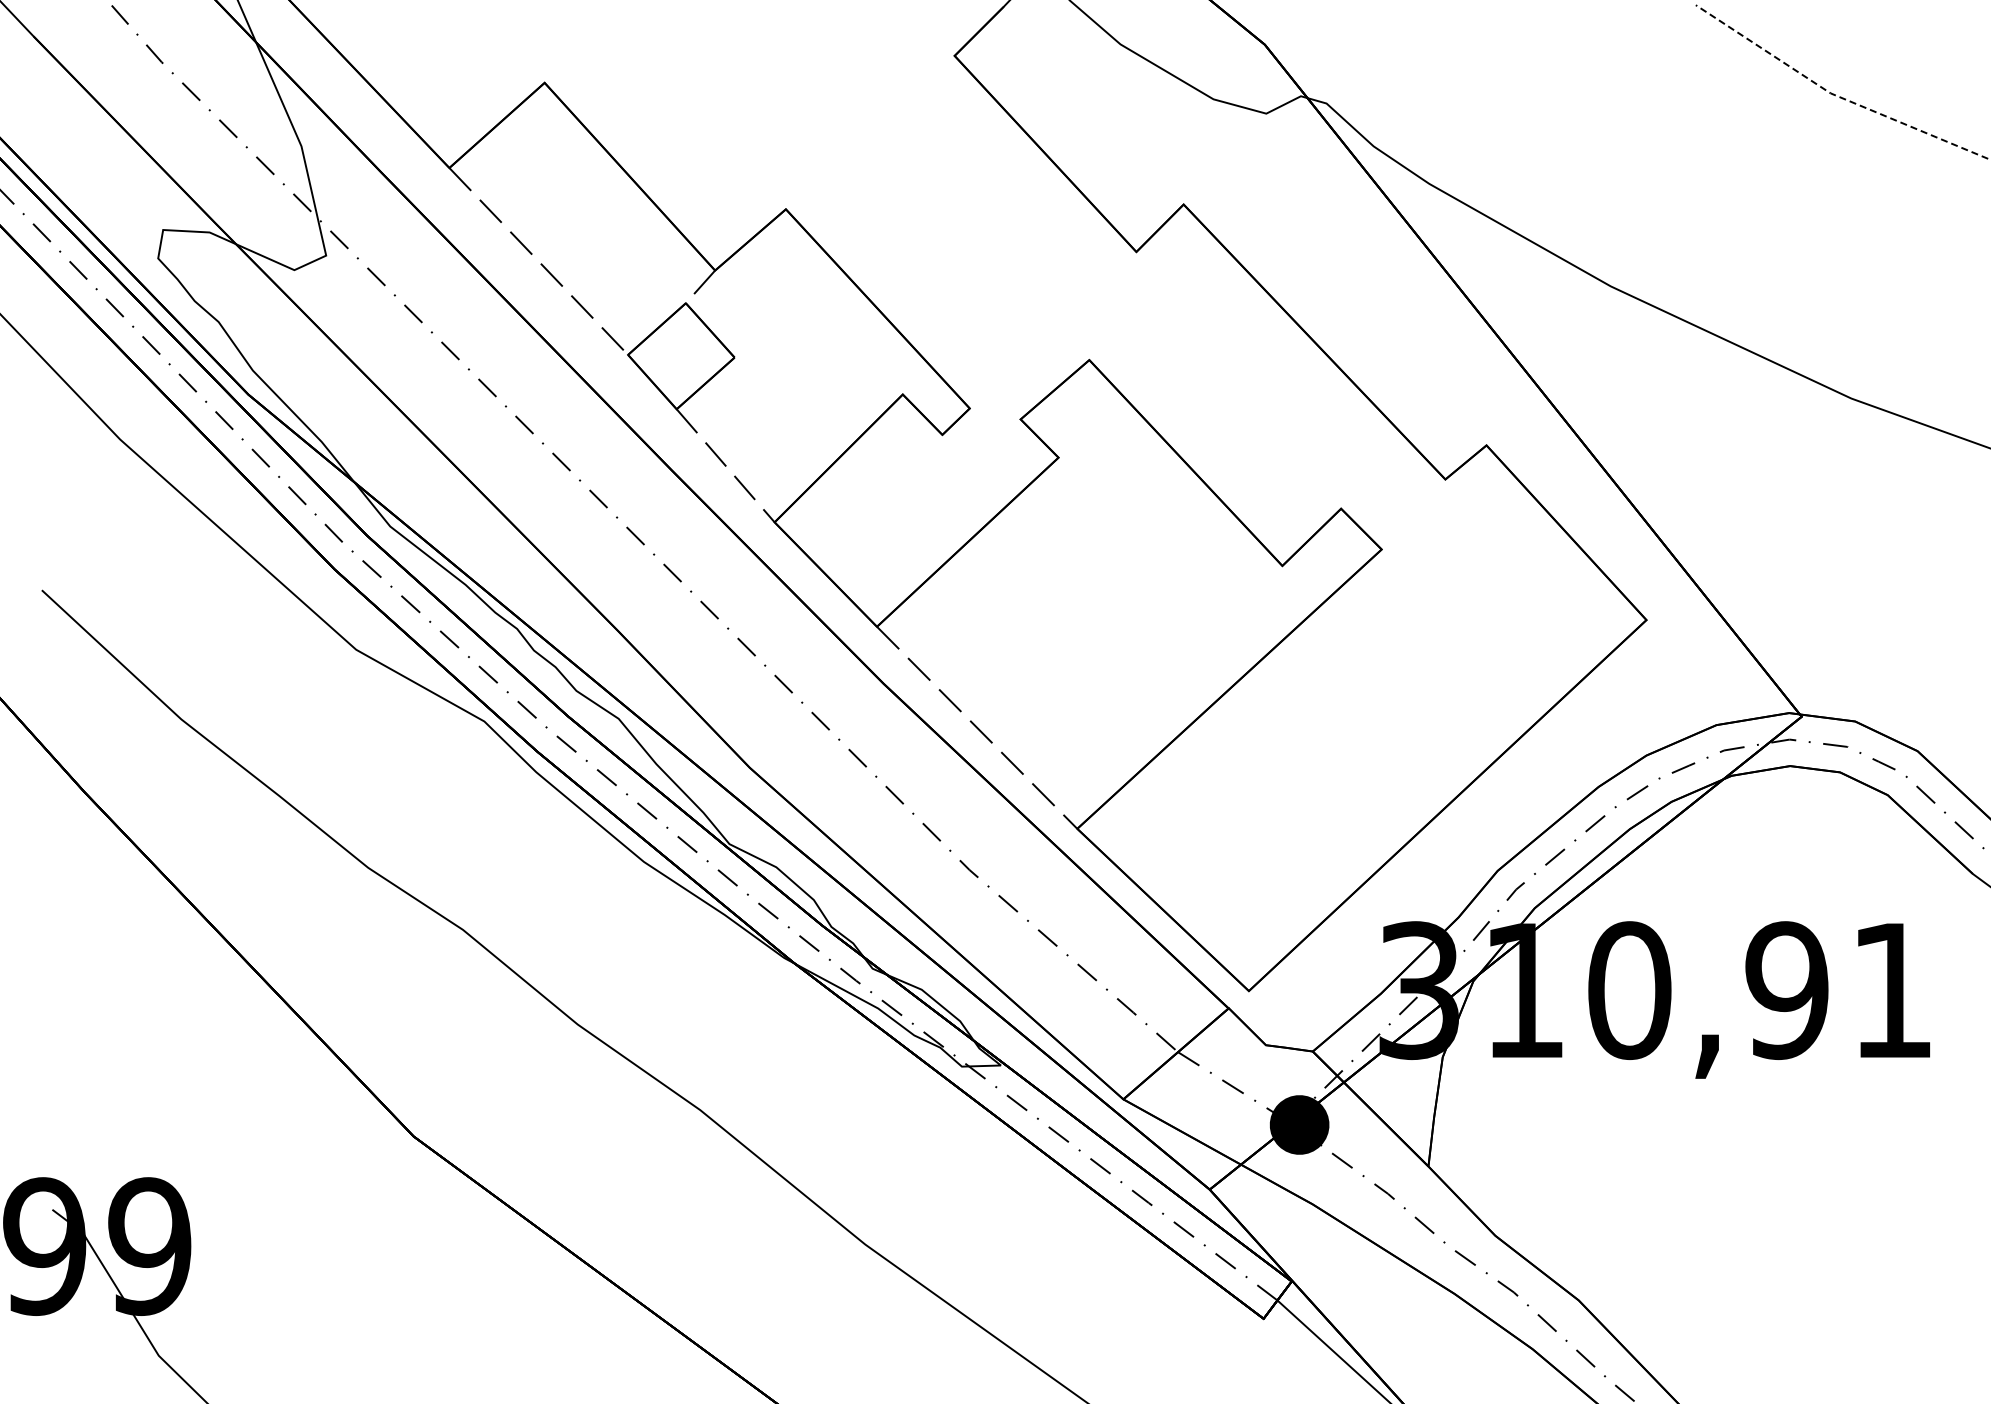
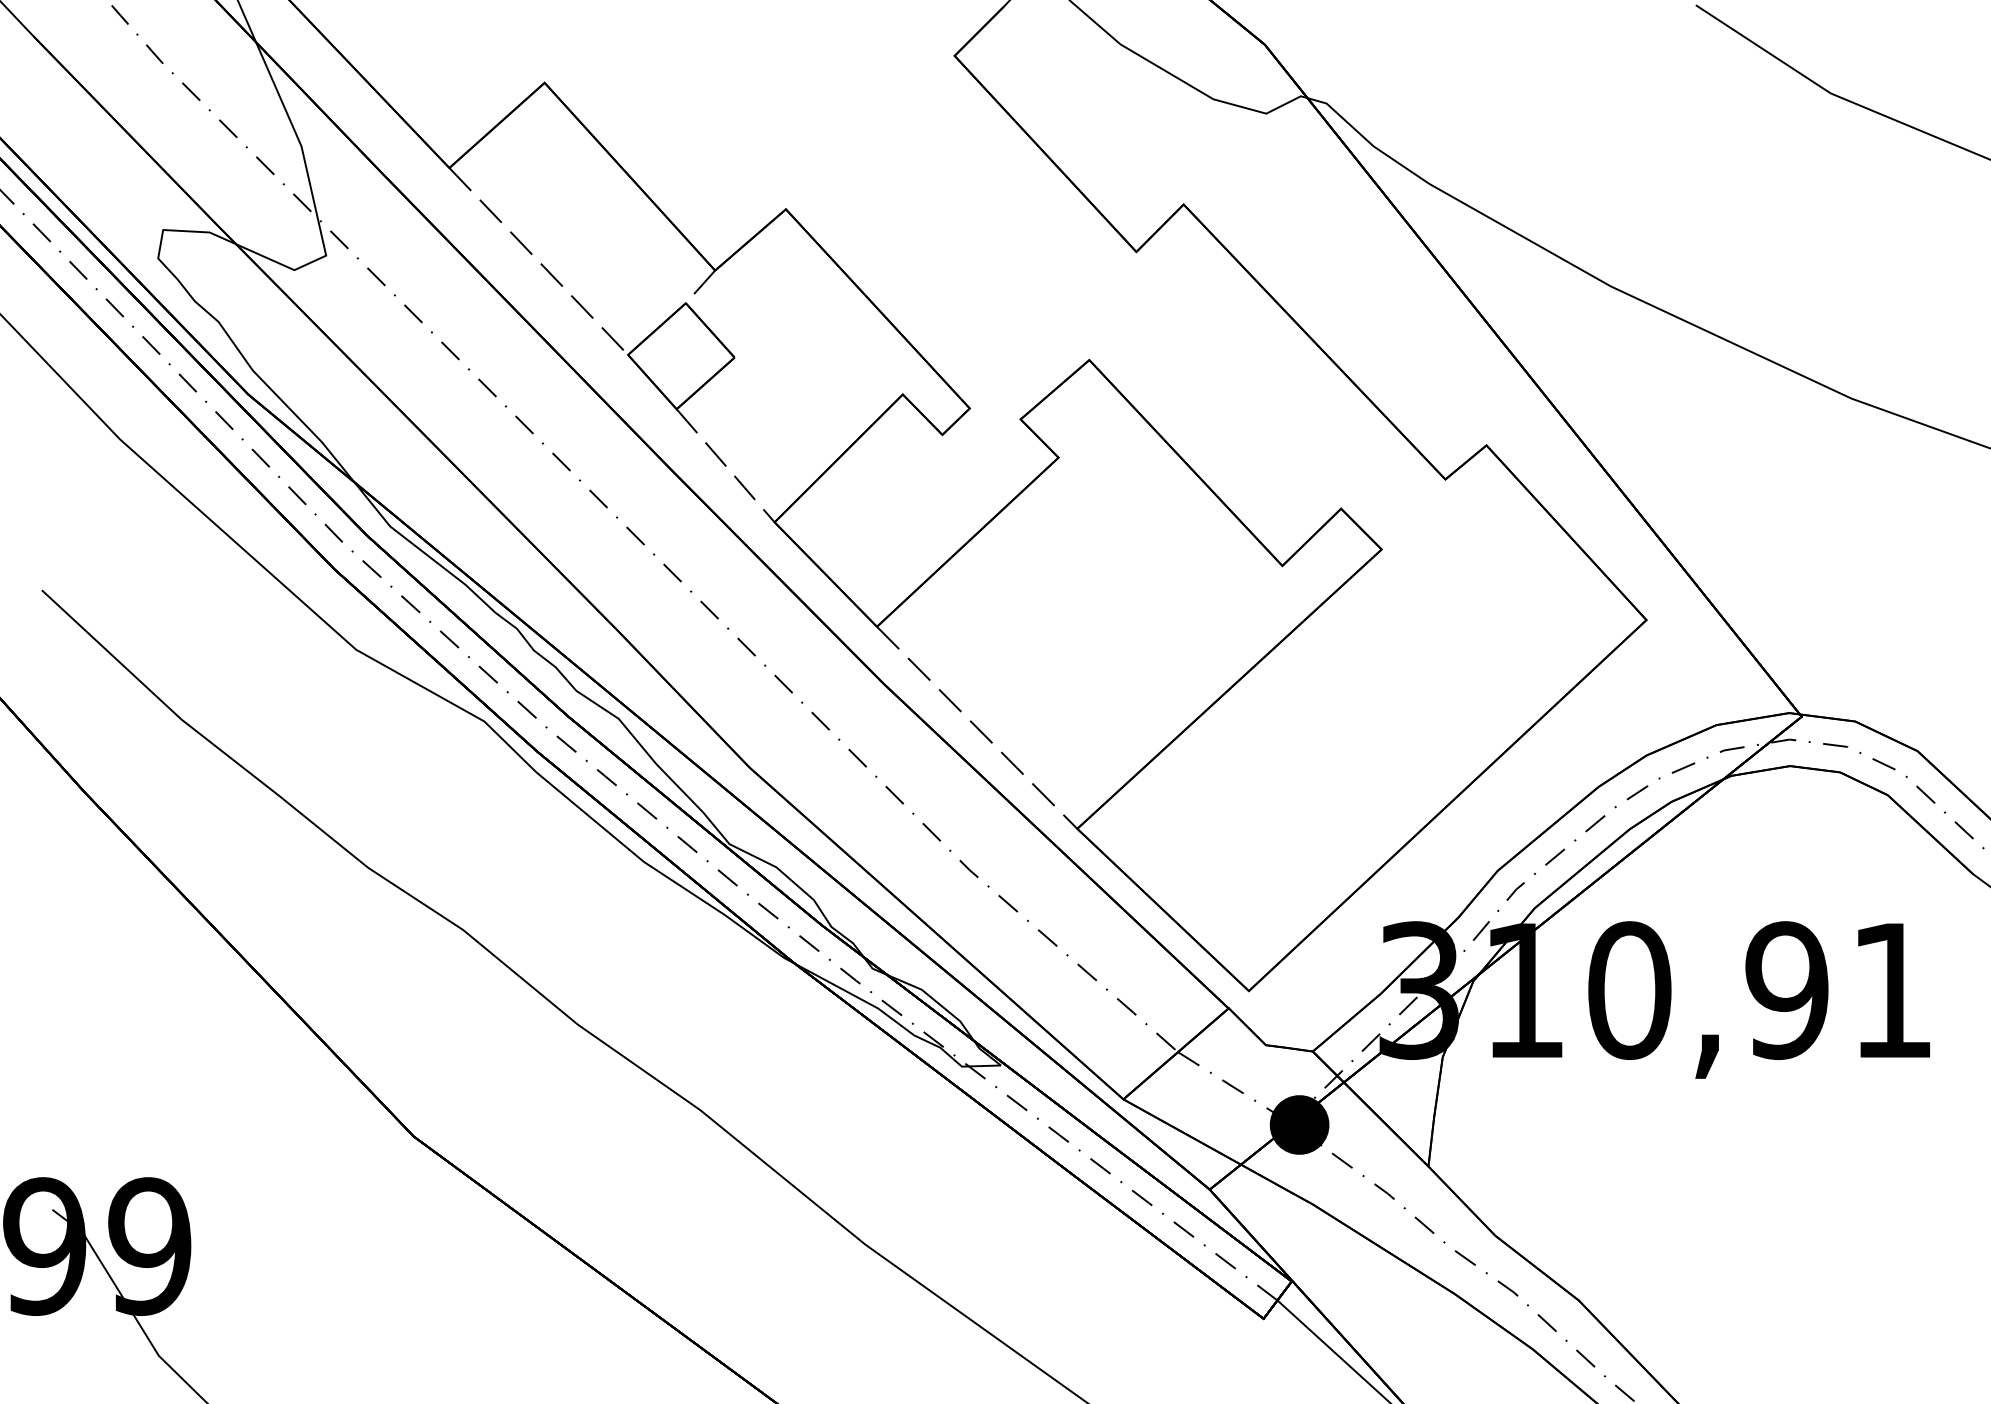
line at (1835, 95): dashed -> solid
